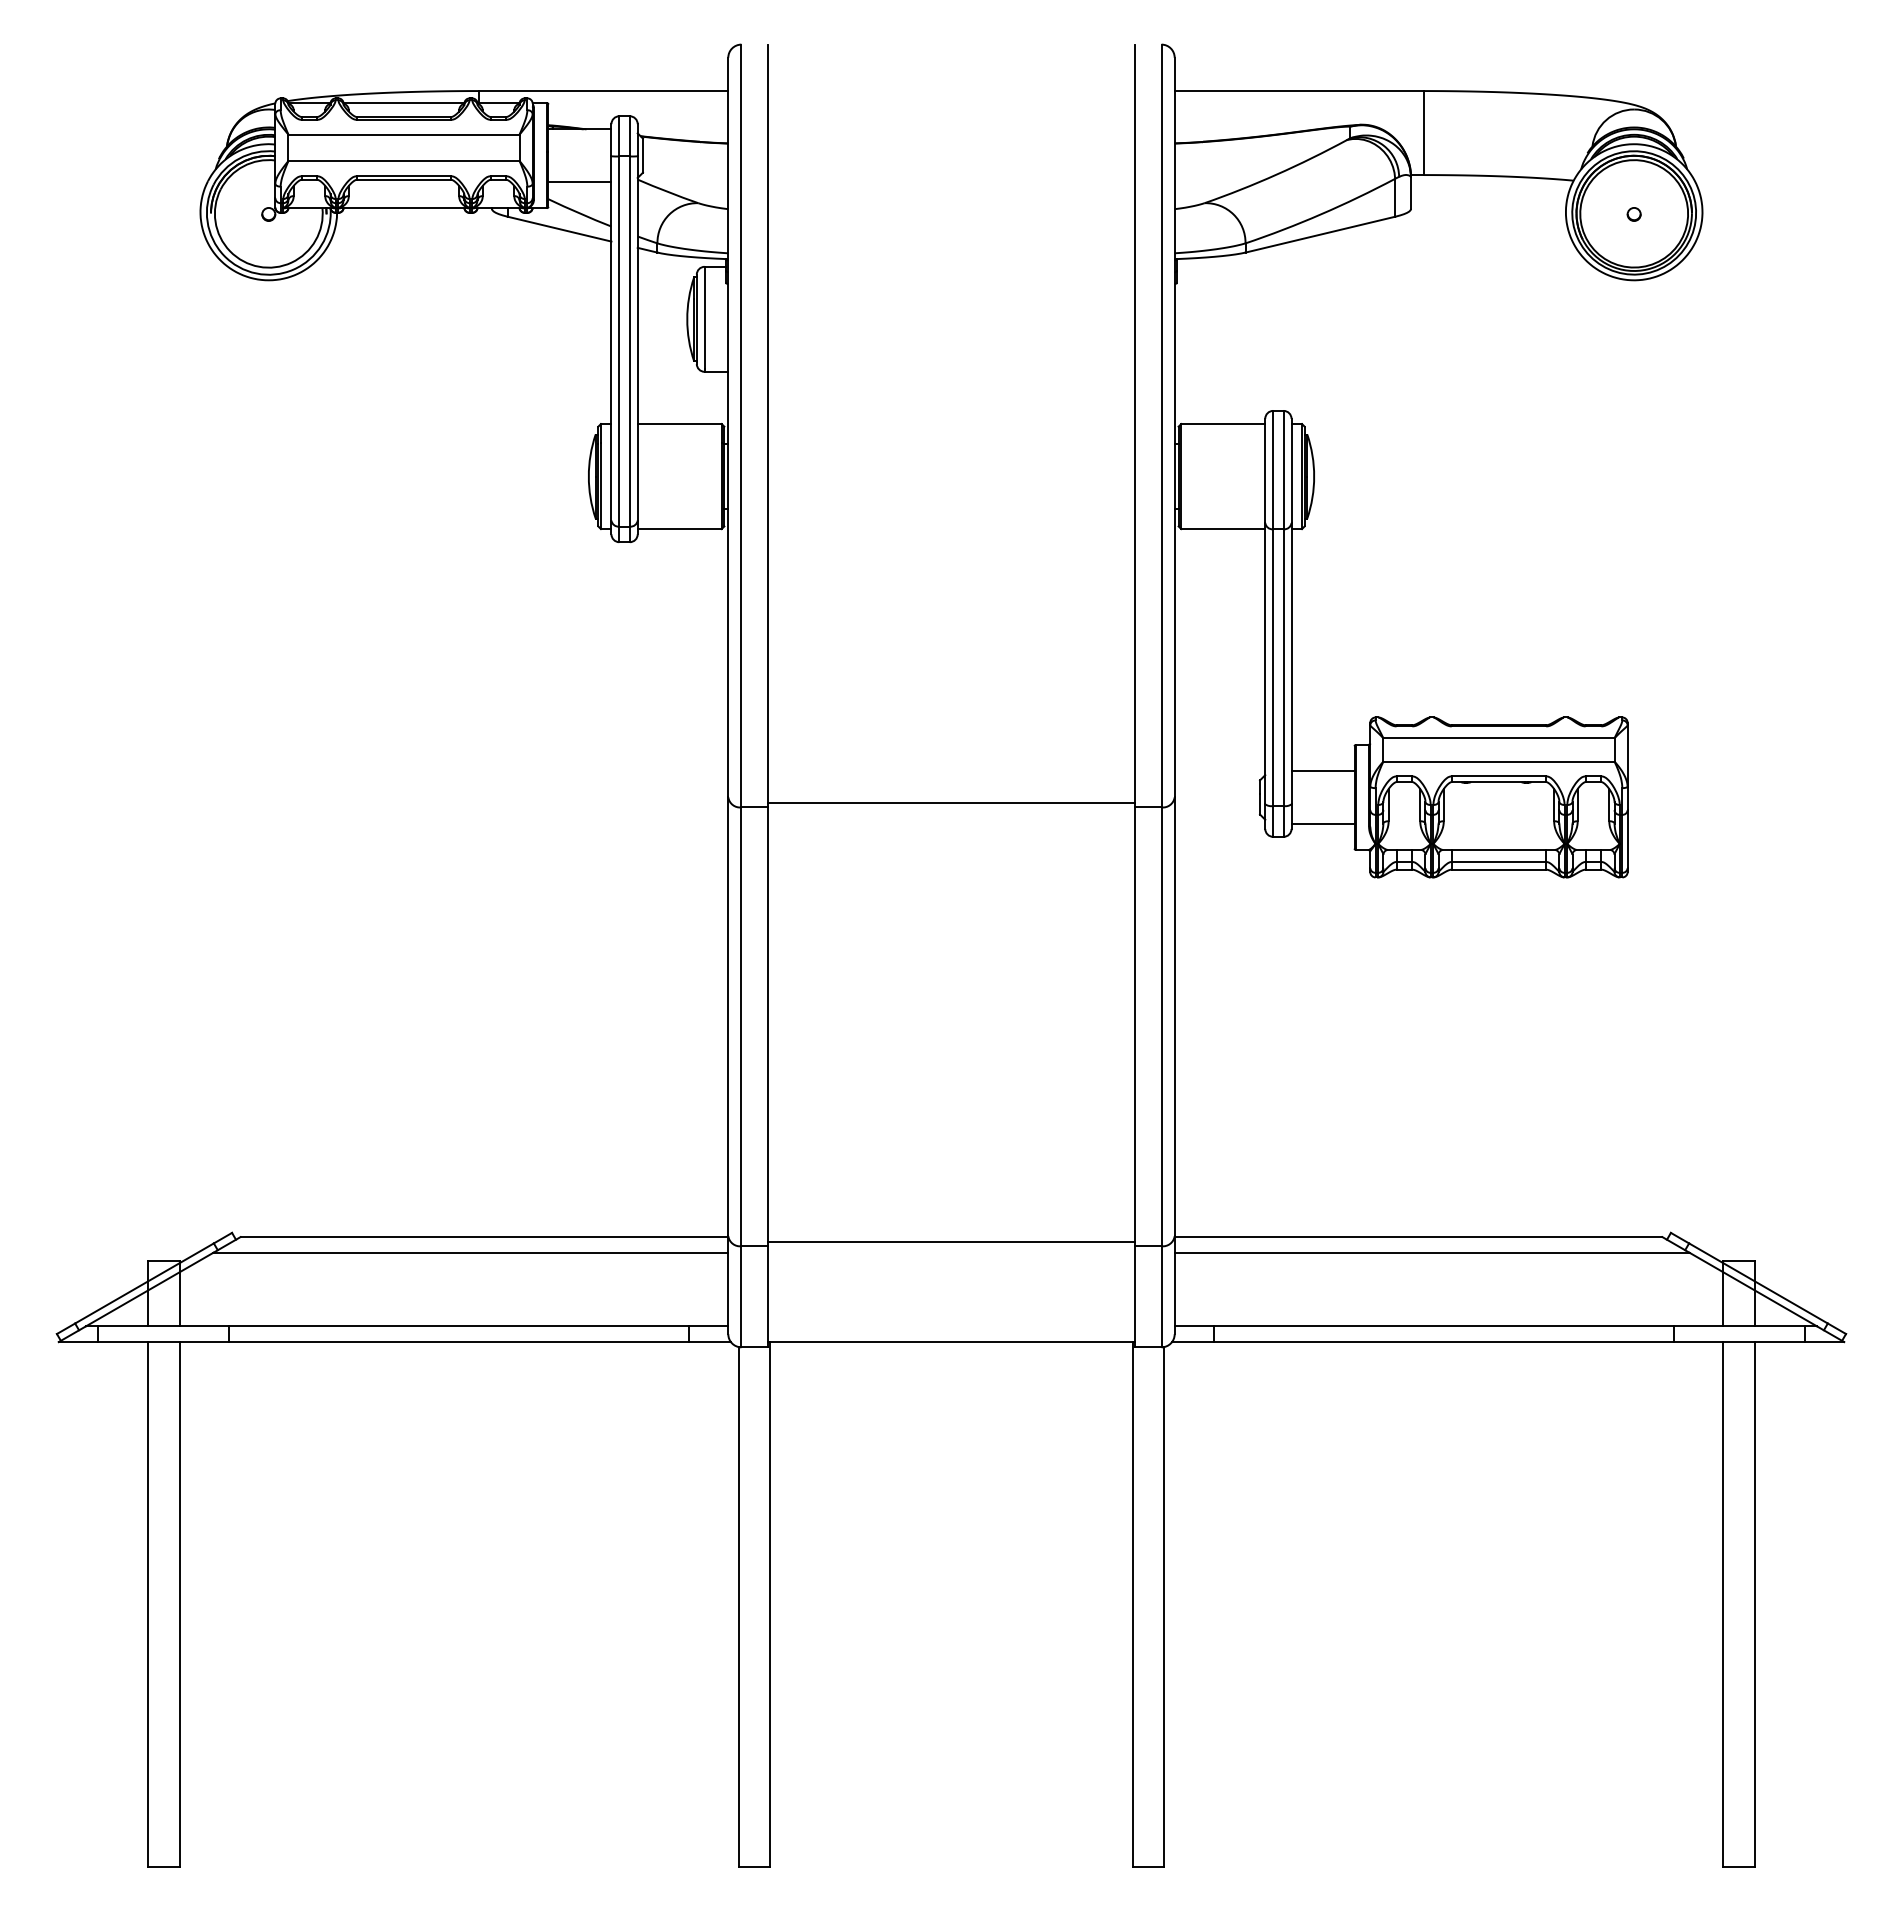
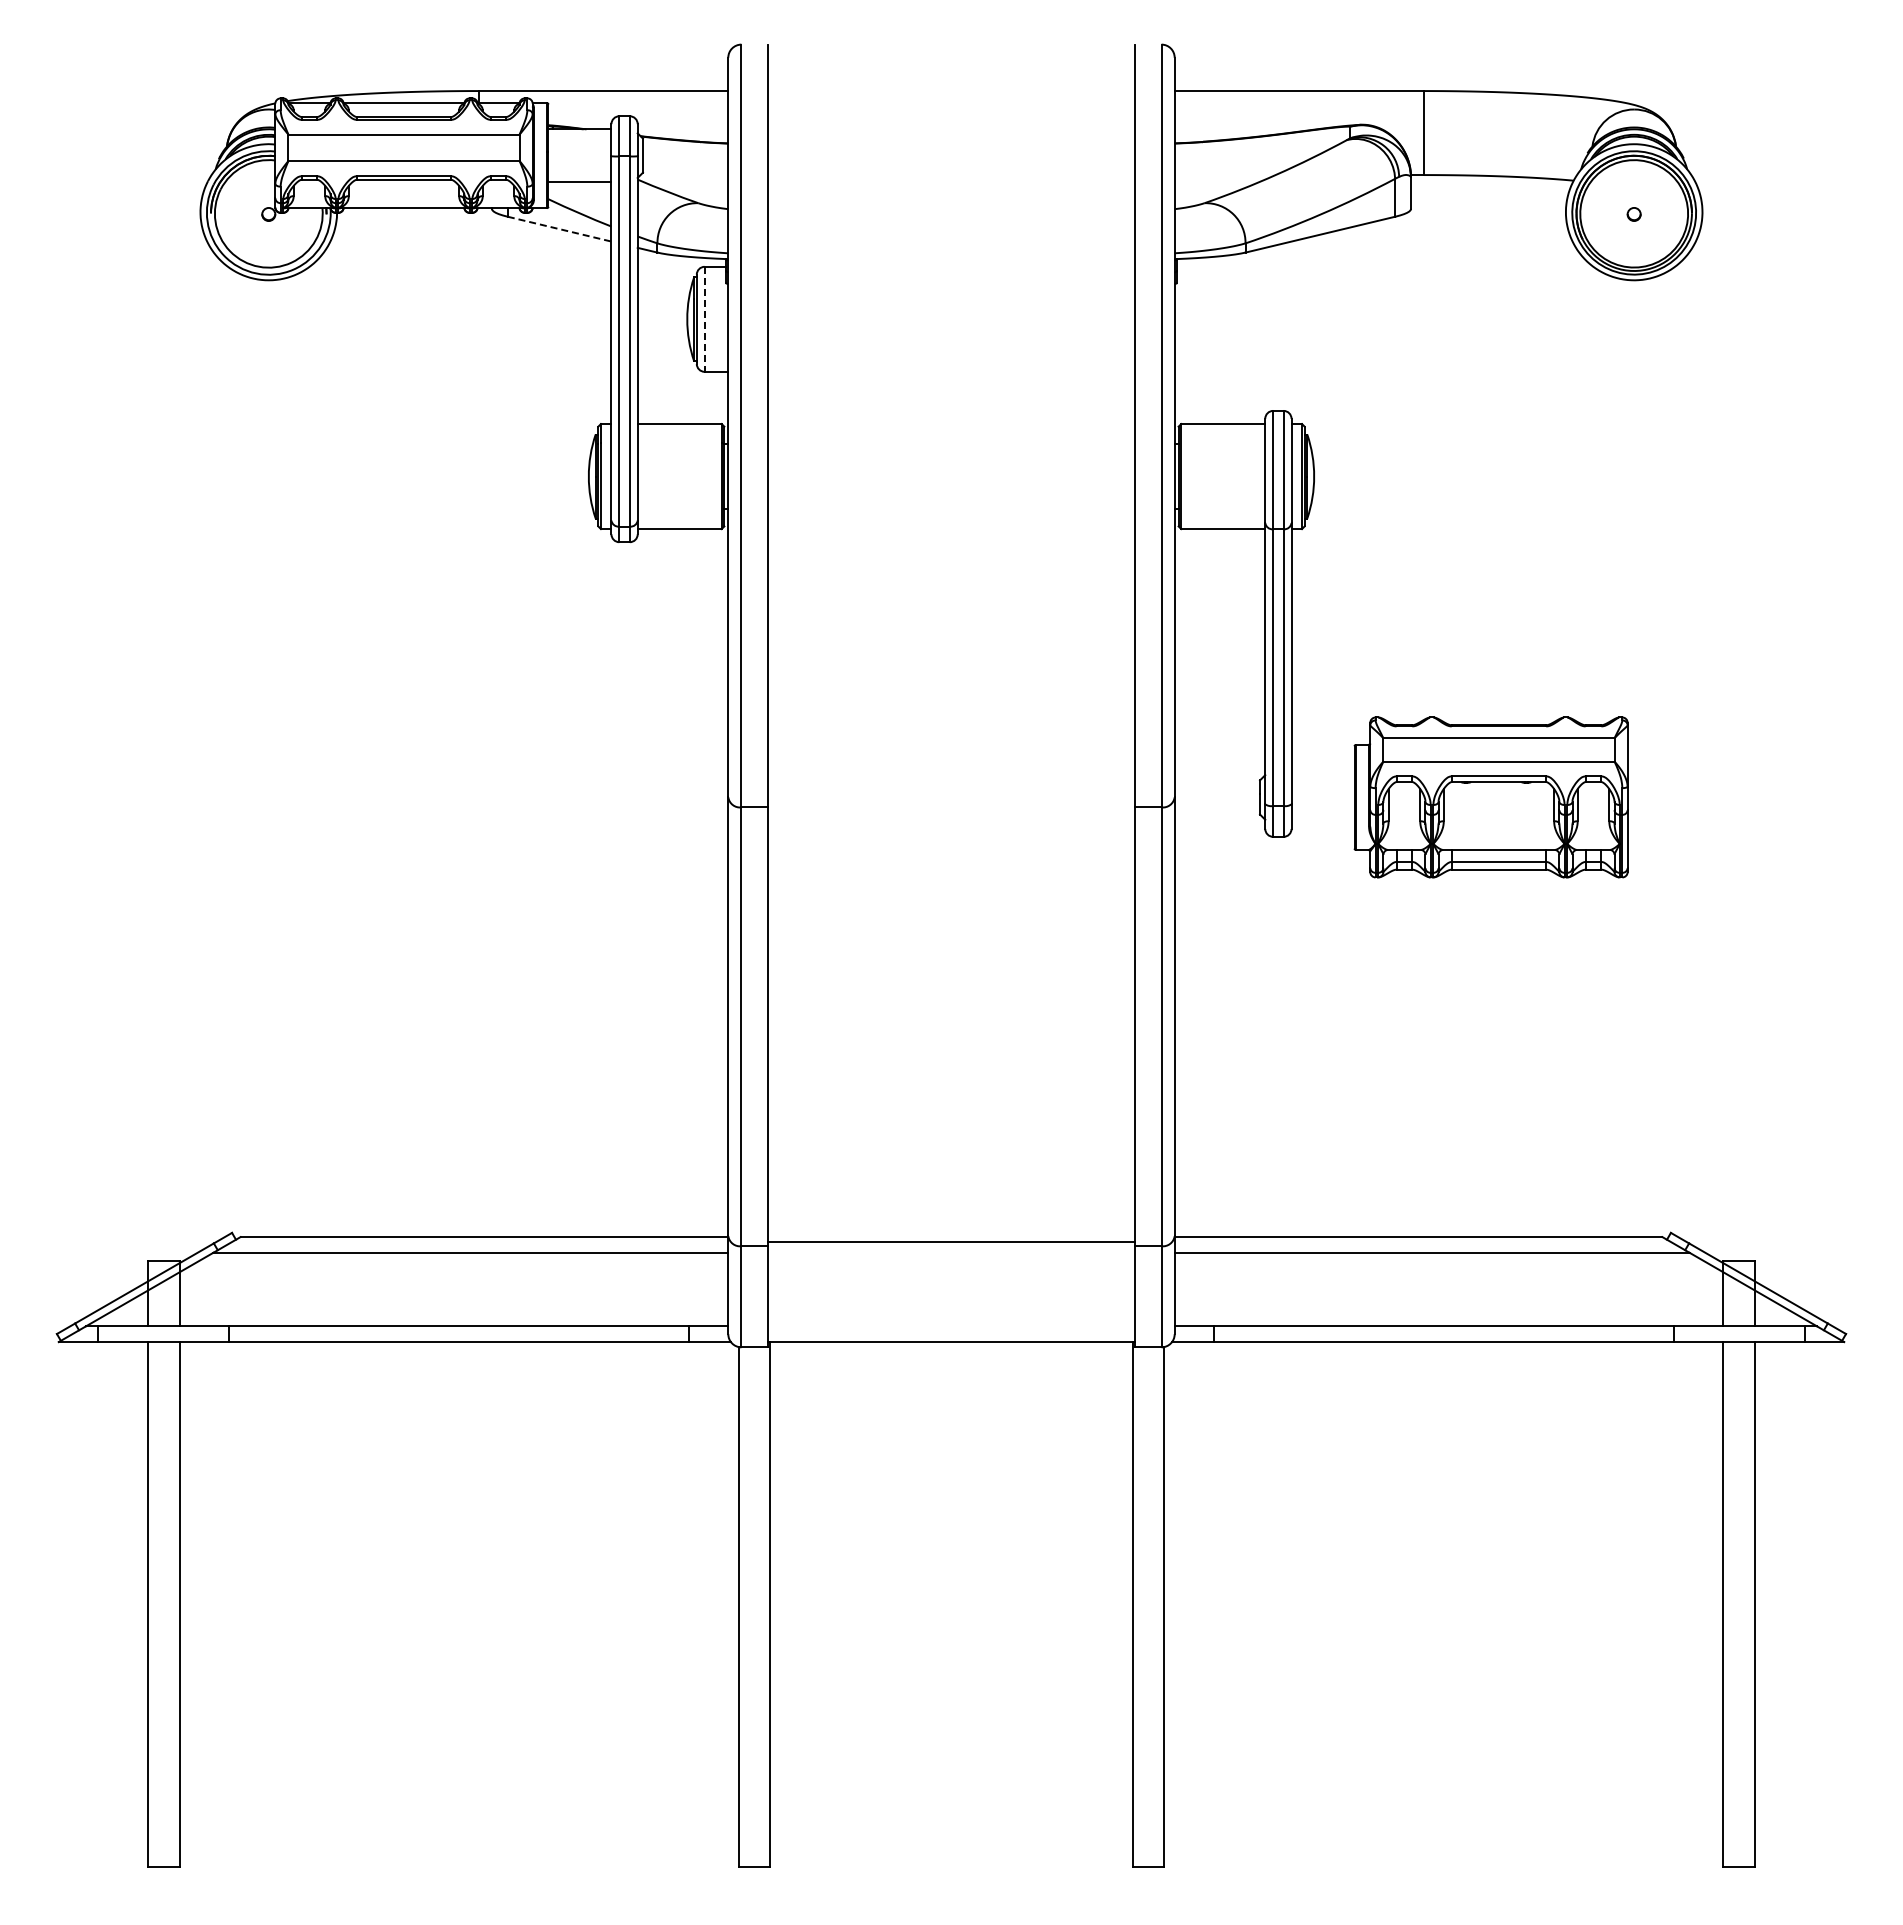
line at (560, 229): solid -> dashed
line at (704, 318): solid -> dashed
line at (1322, 771): present -> none
line at (951, 803): present -> none
line at (1322, 823): present -> none
